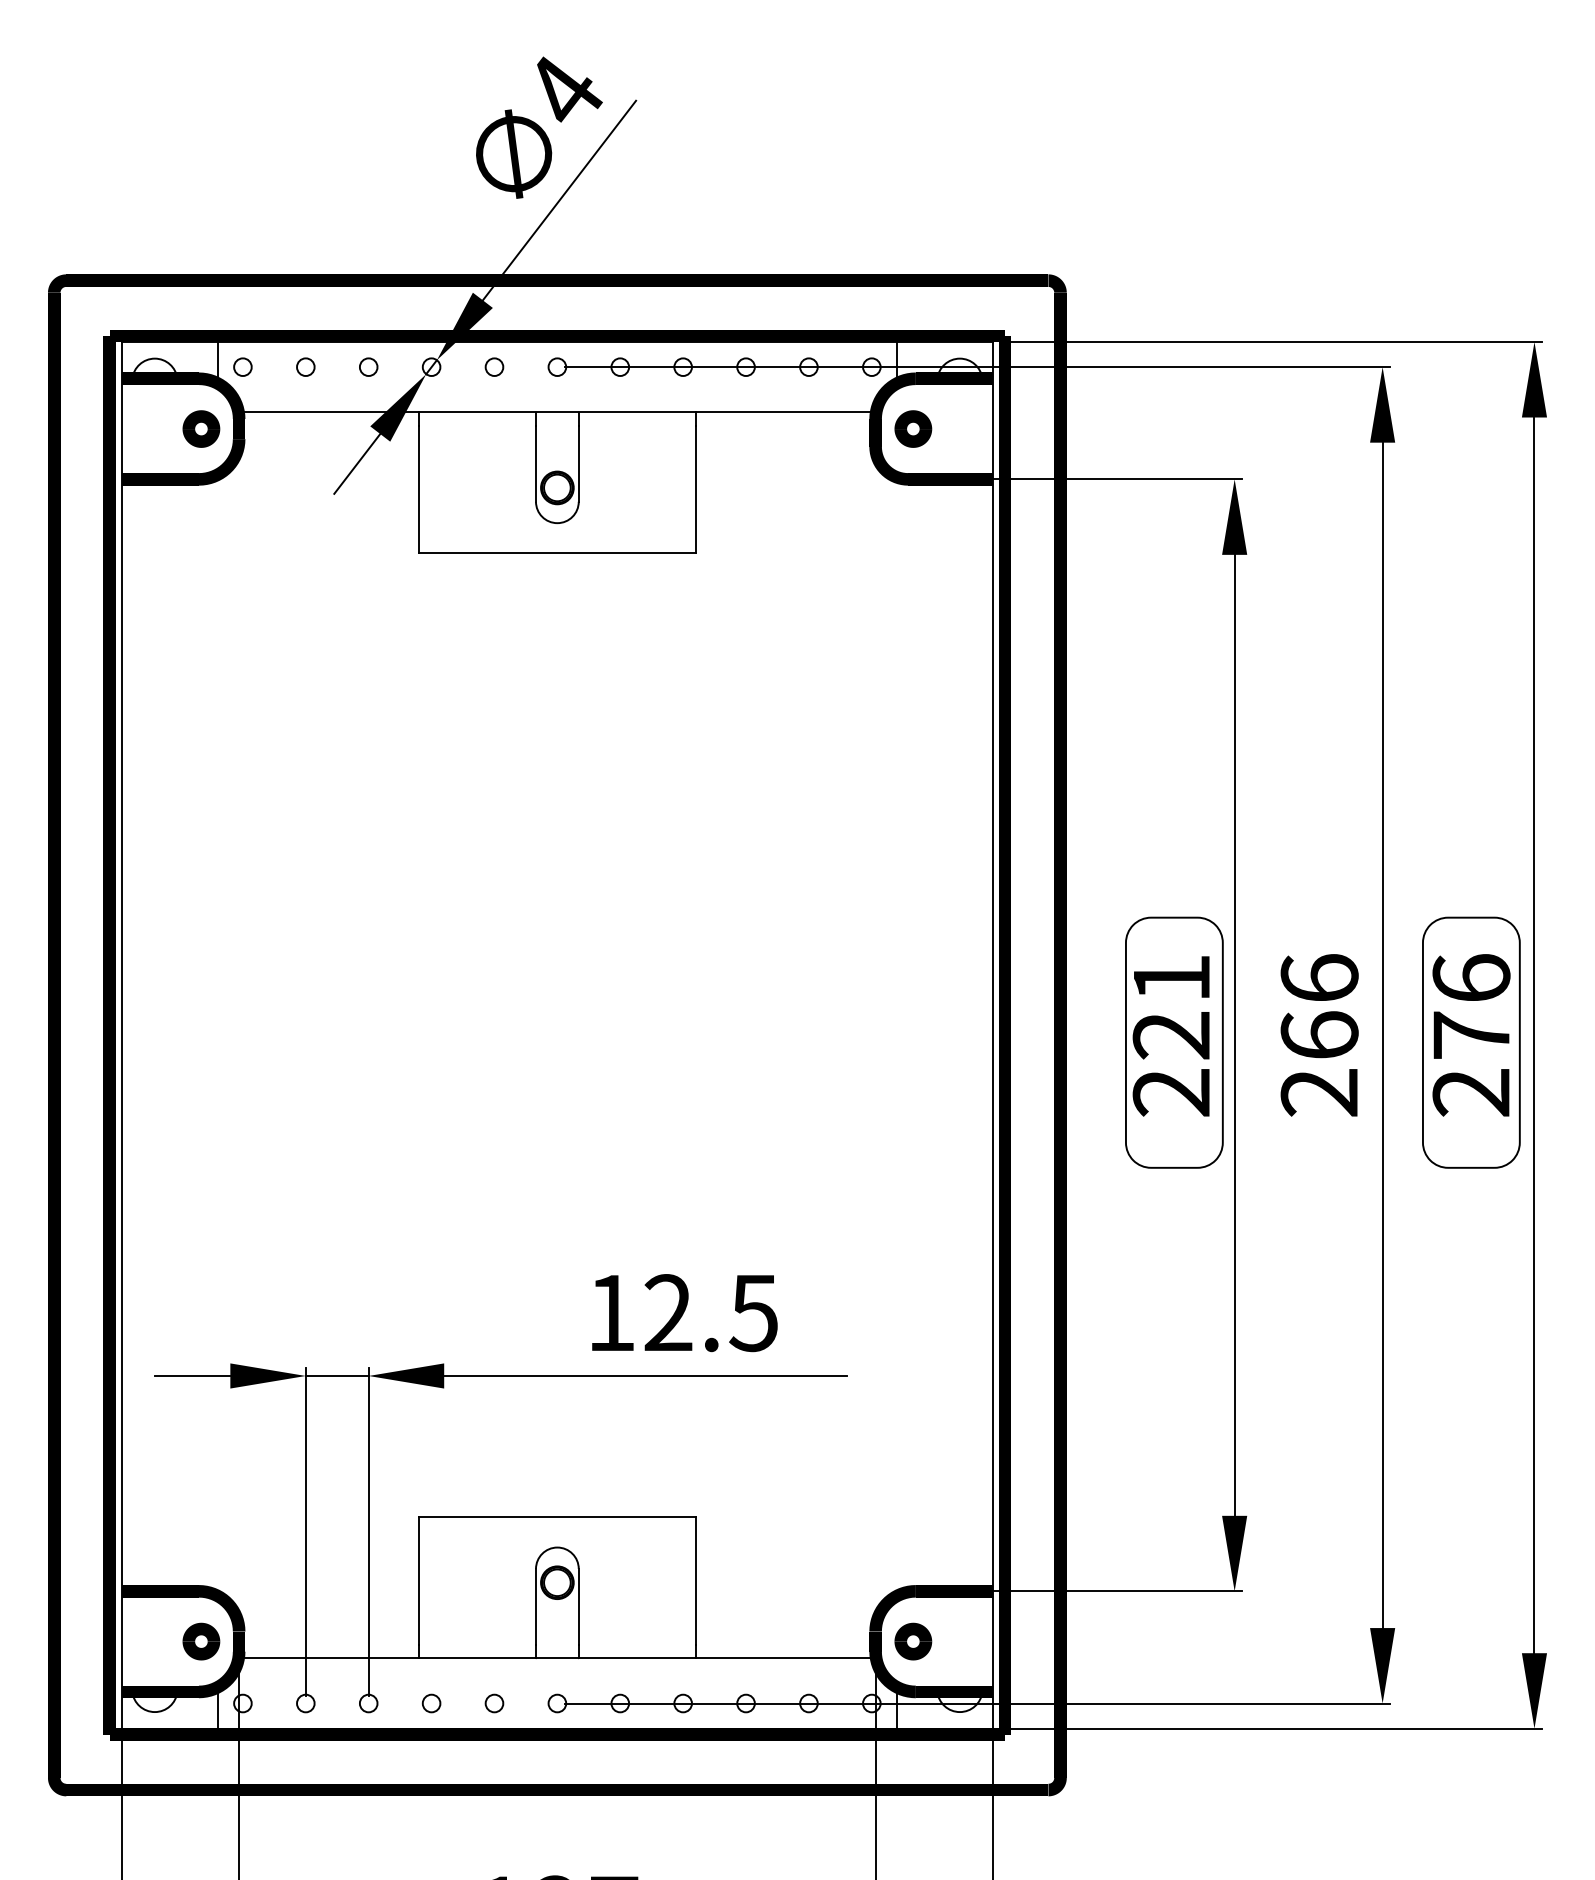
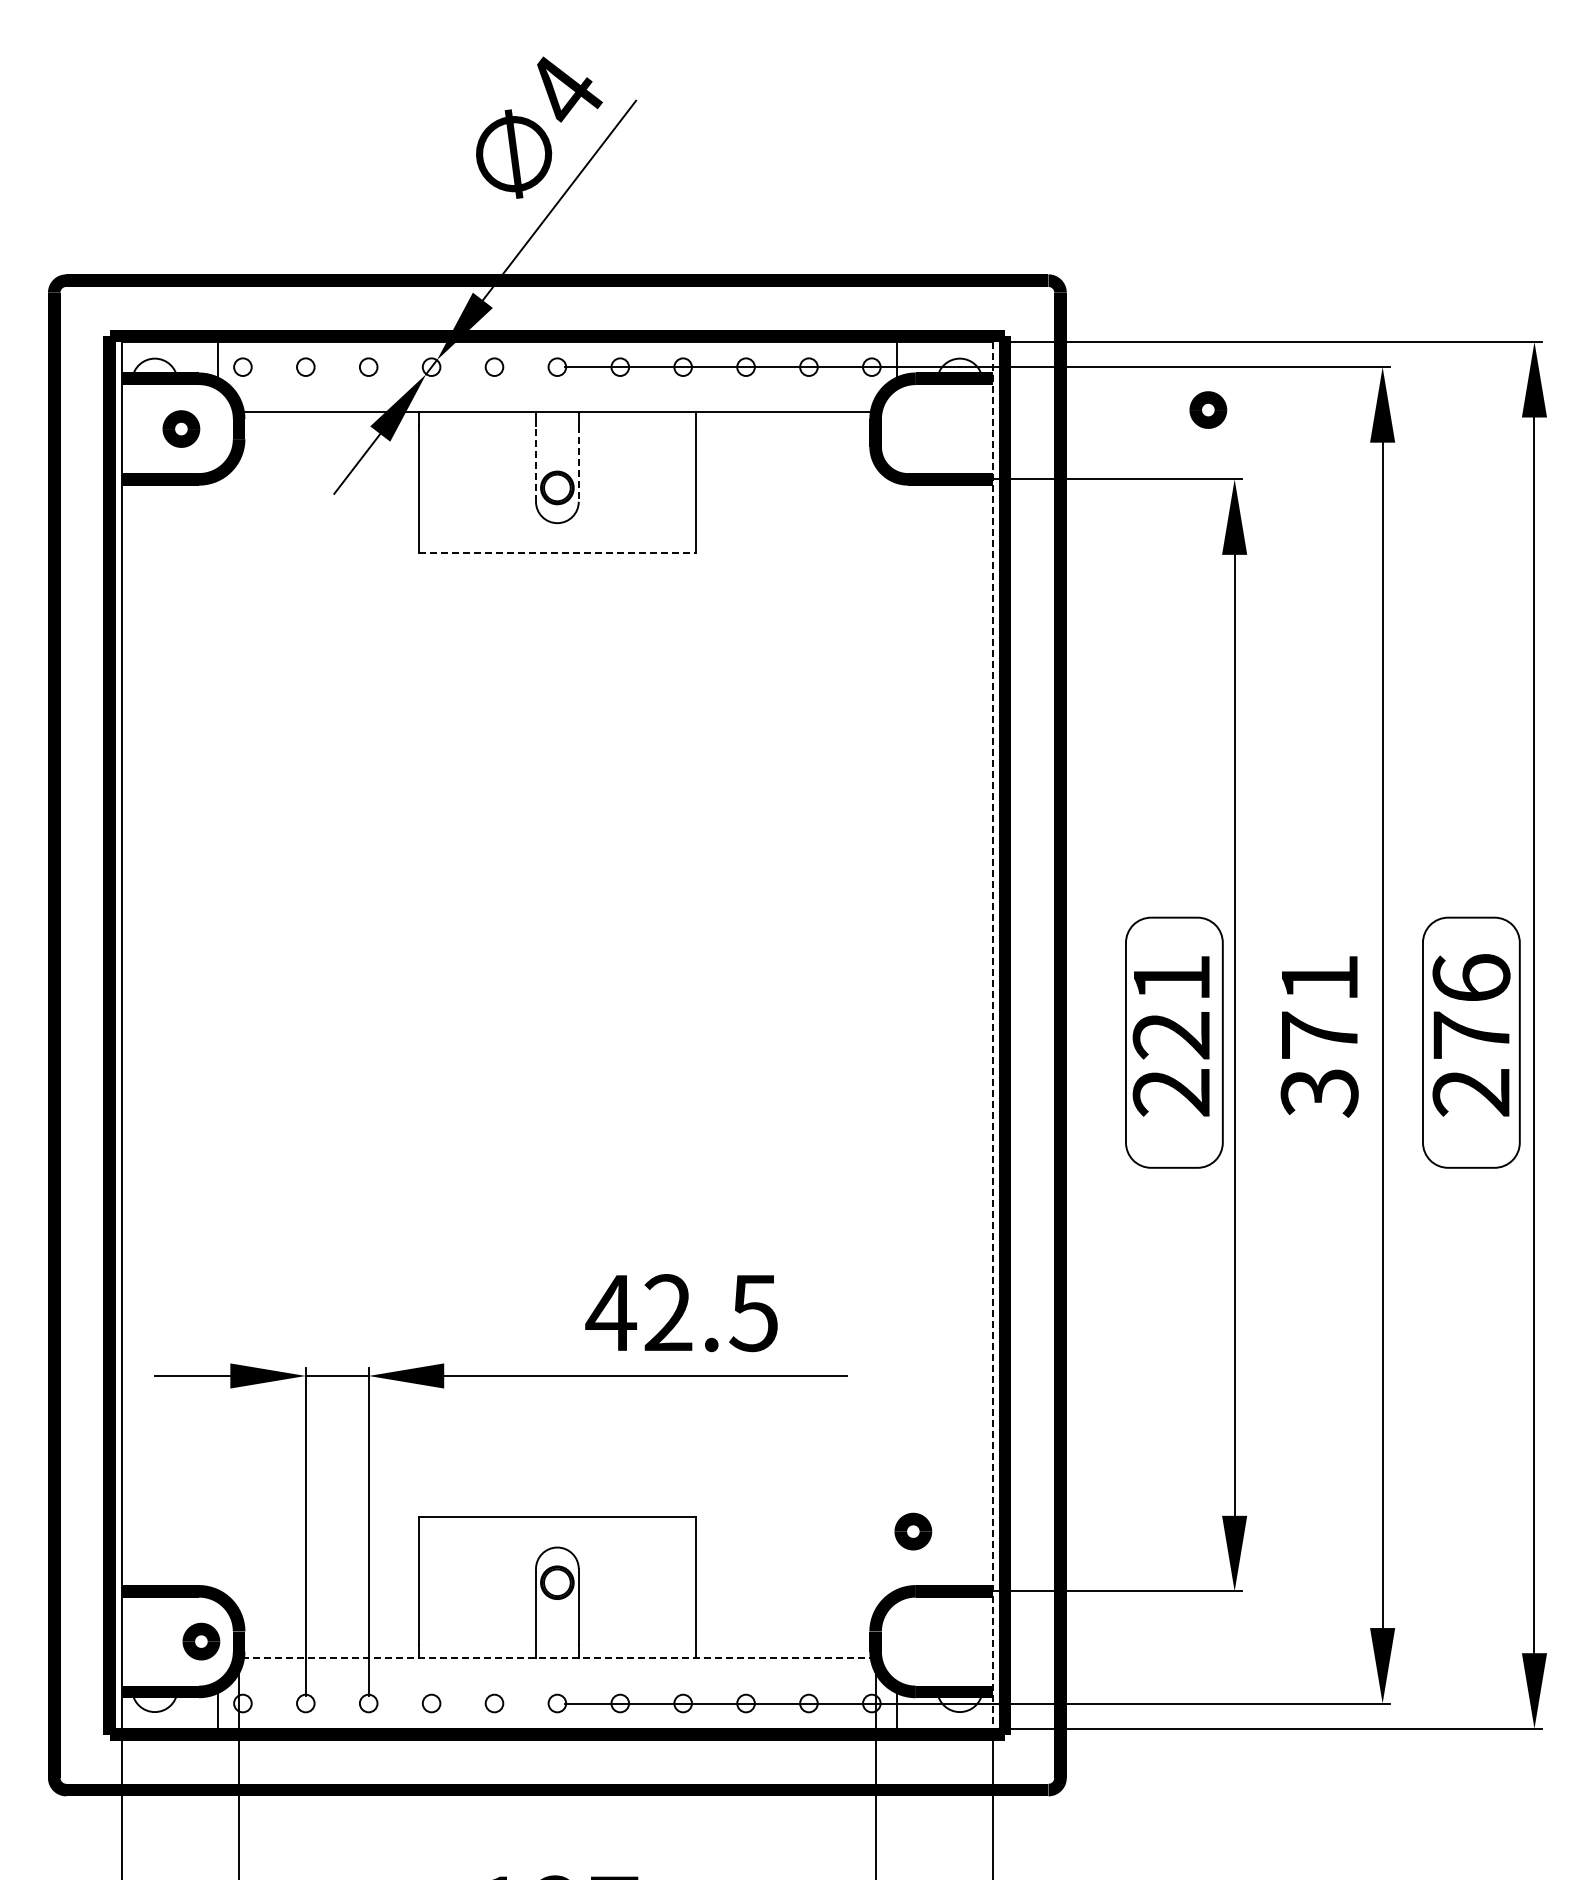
part at (201, 428) position: (201, 428) -> (181, 428)
part at (913, 428) position: (913, 428) -> (1208, 409)
line at (536, 463): solid -> dashed
line at (578, 464): solid -> dashed
line at (557, 553): solid -> dashed
line at (993, 1035): solid -> dashed
text at (1319, 1035): 266 -> 371
text at (611, 1312): 12.5 -> 42.5
part at (913, 1641) position: (913, 1641) -> (913, 1531)
line at (557, 1658): solid -> dashed
